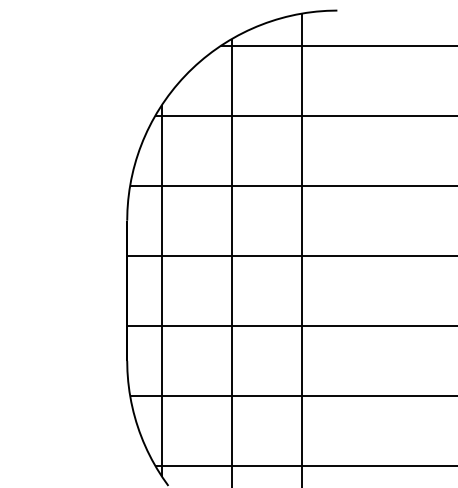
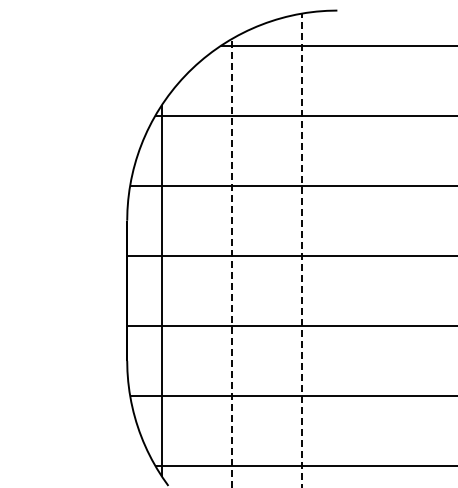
line at (302, 250): solid -> dashed
line at (232, 263): solid -> dashed
